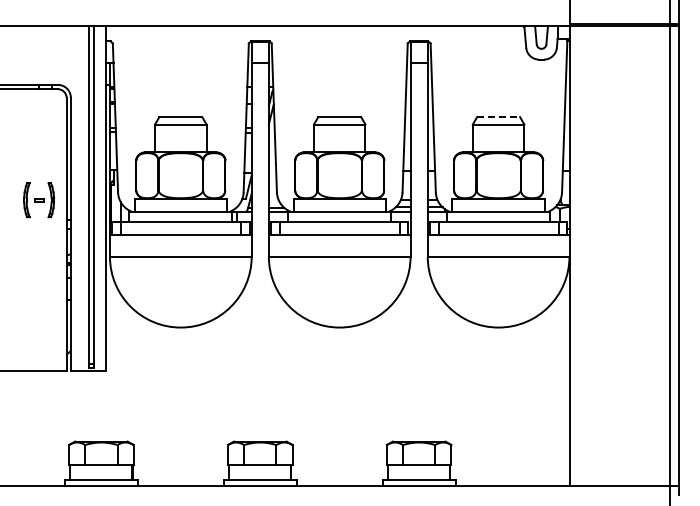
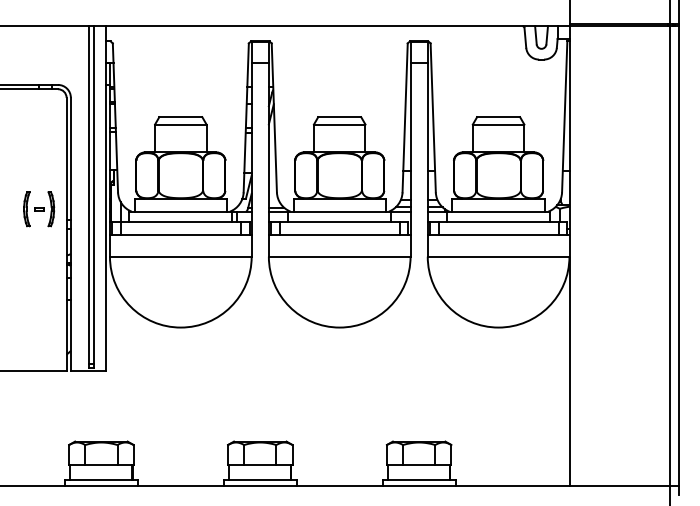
line at (499, 117): dashed -> solid
part at (39, 200) position: (39, 200) -> (39, 209)
